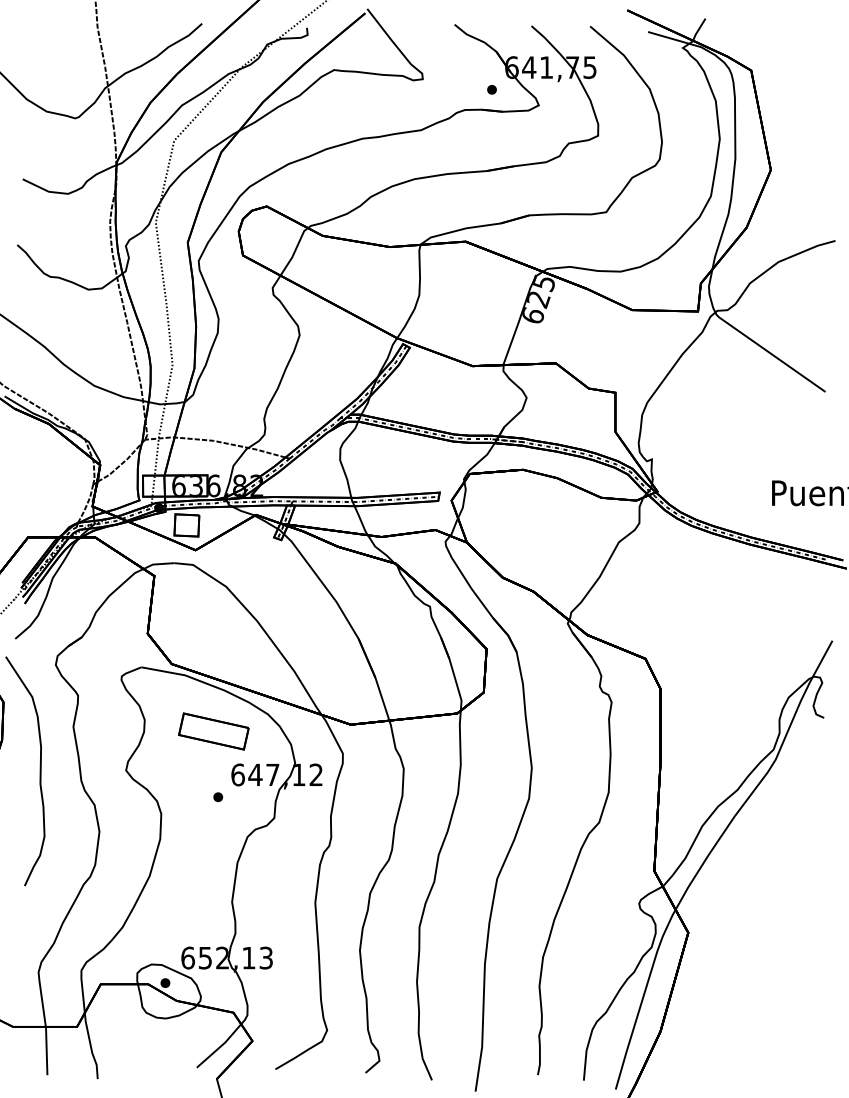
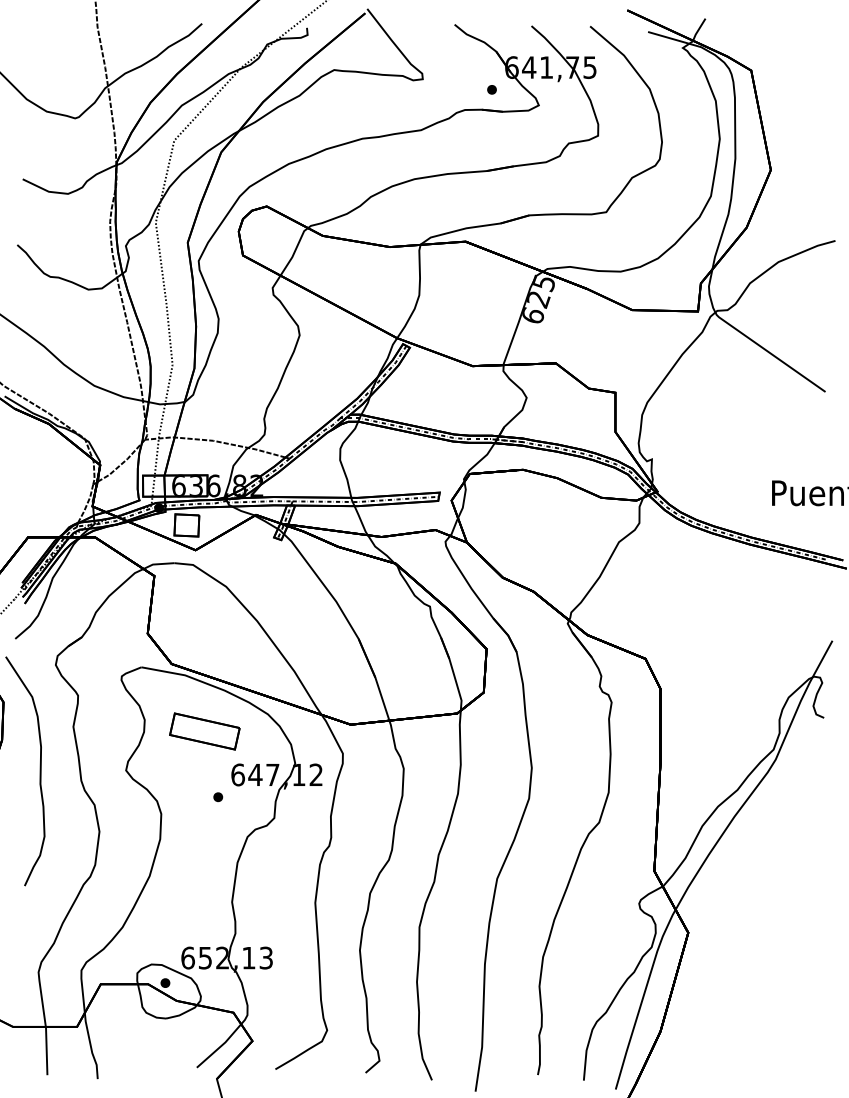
part at (213, 731) position: (213, 731) -> (204, 731)
